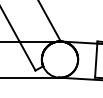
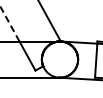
line at (9, 24): solid -> dashed
